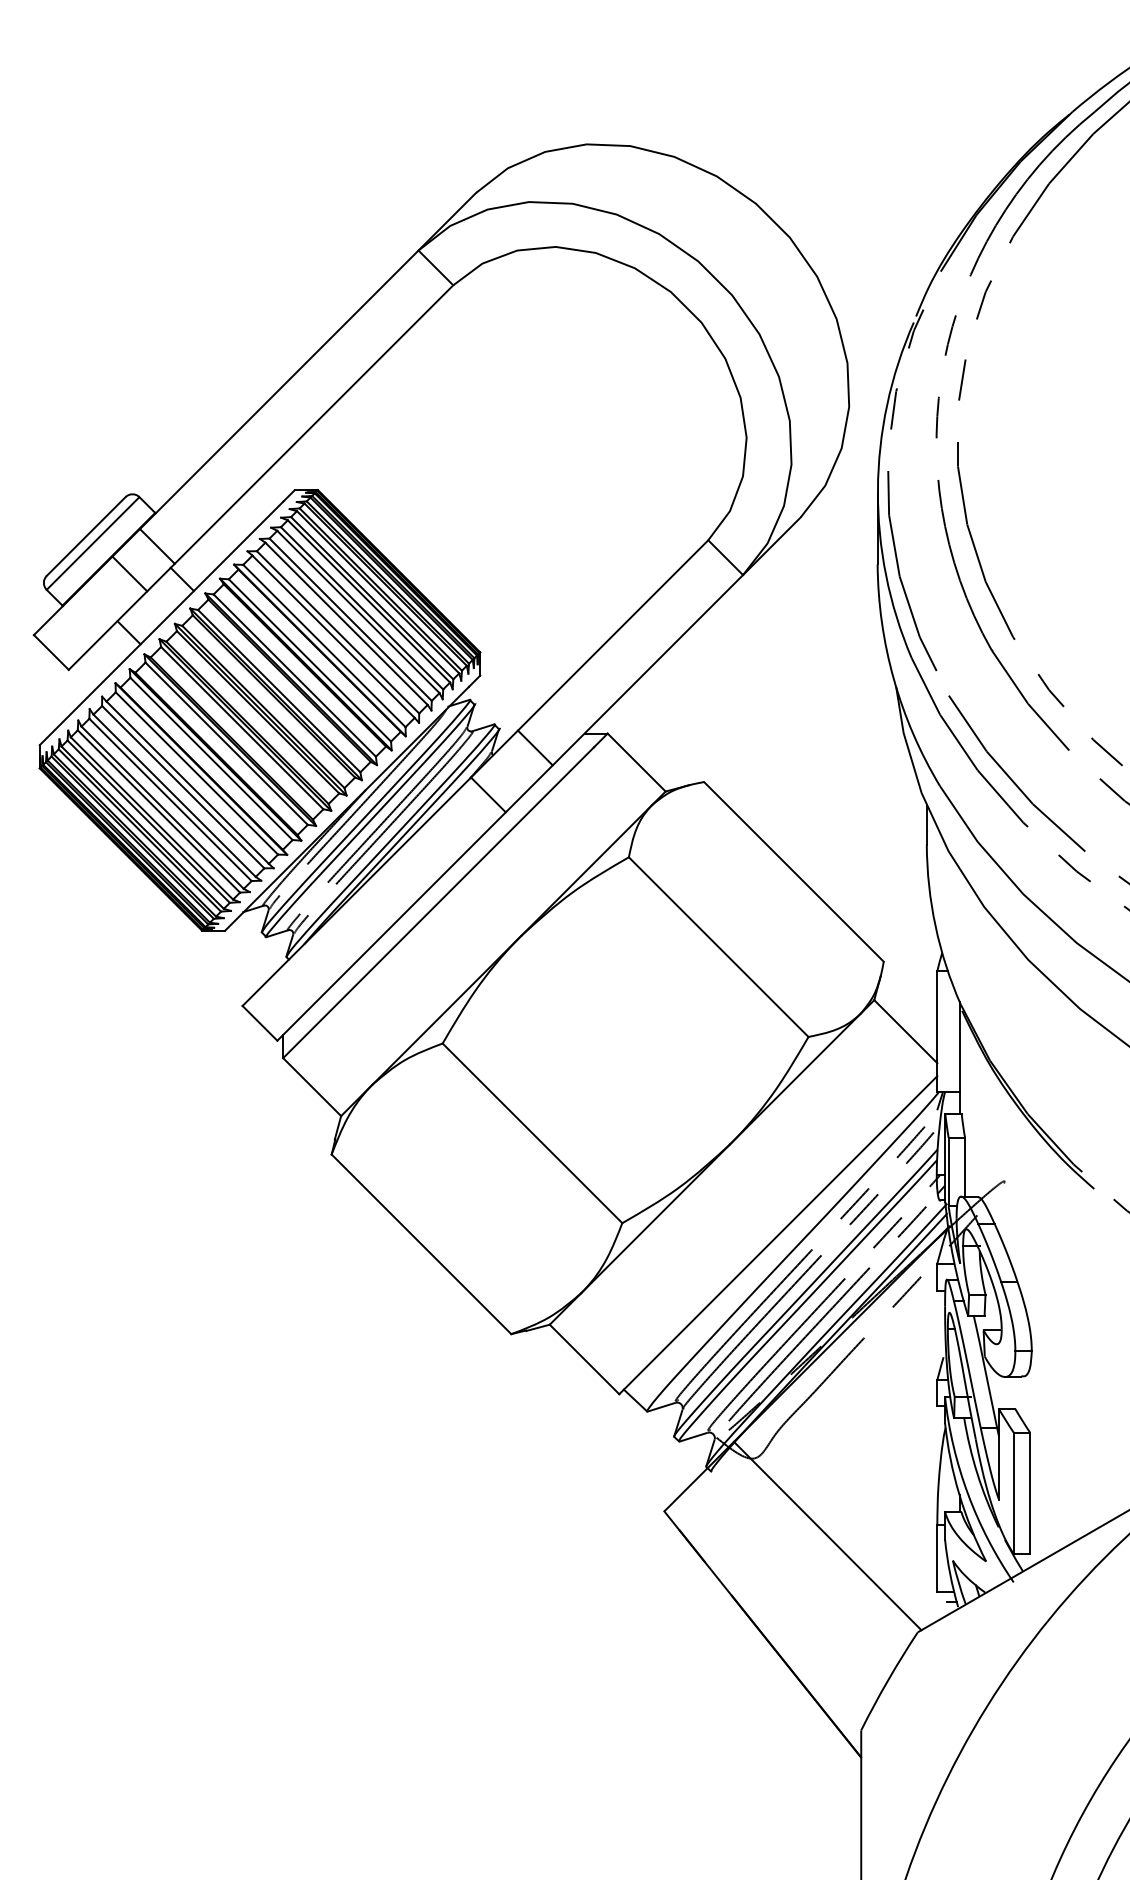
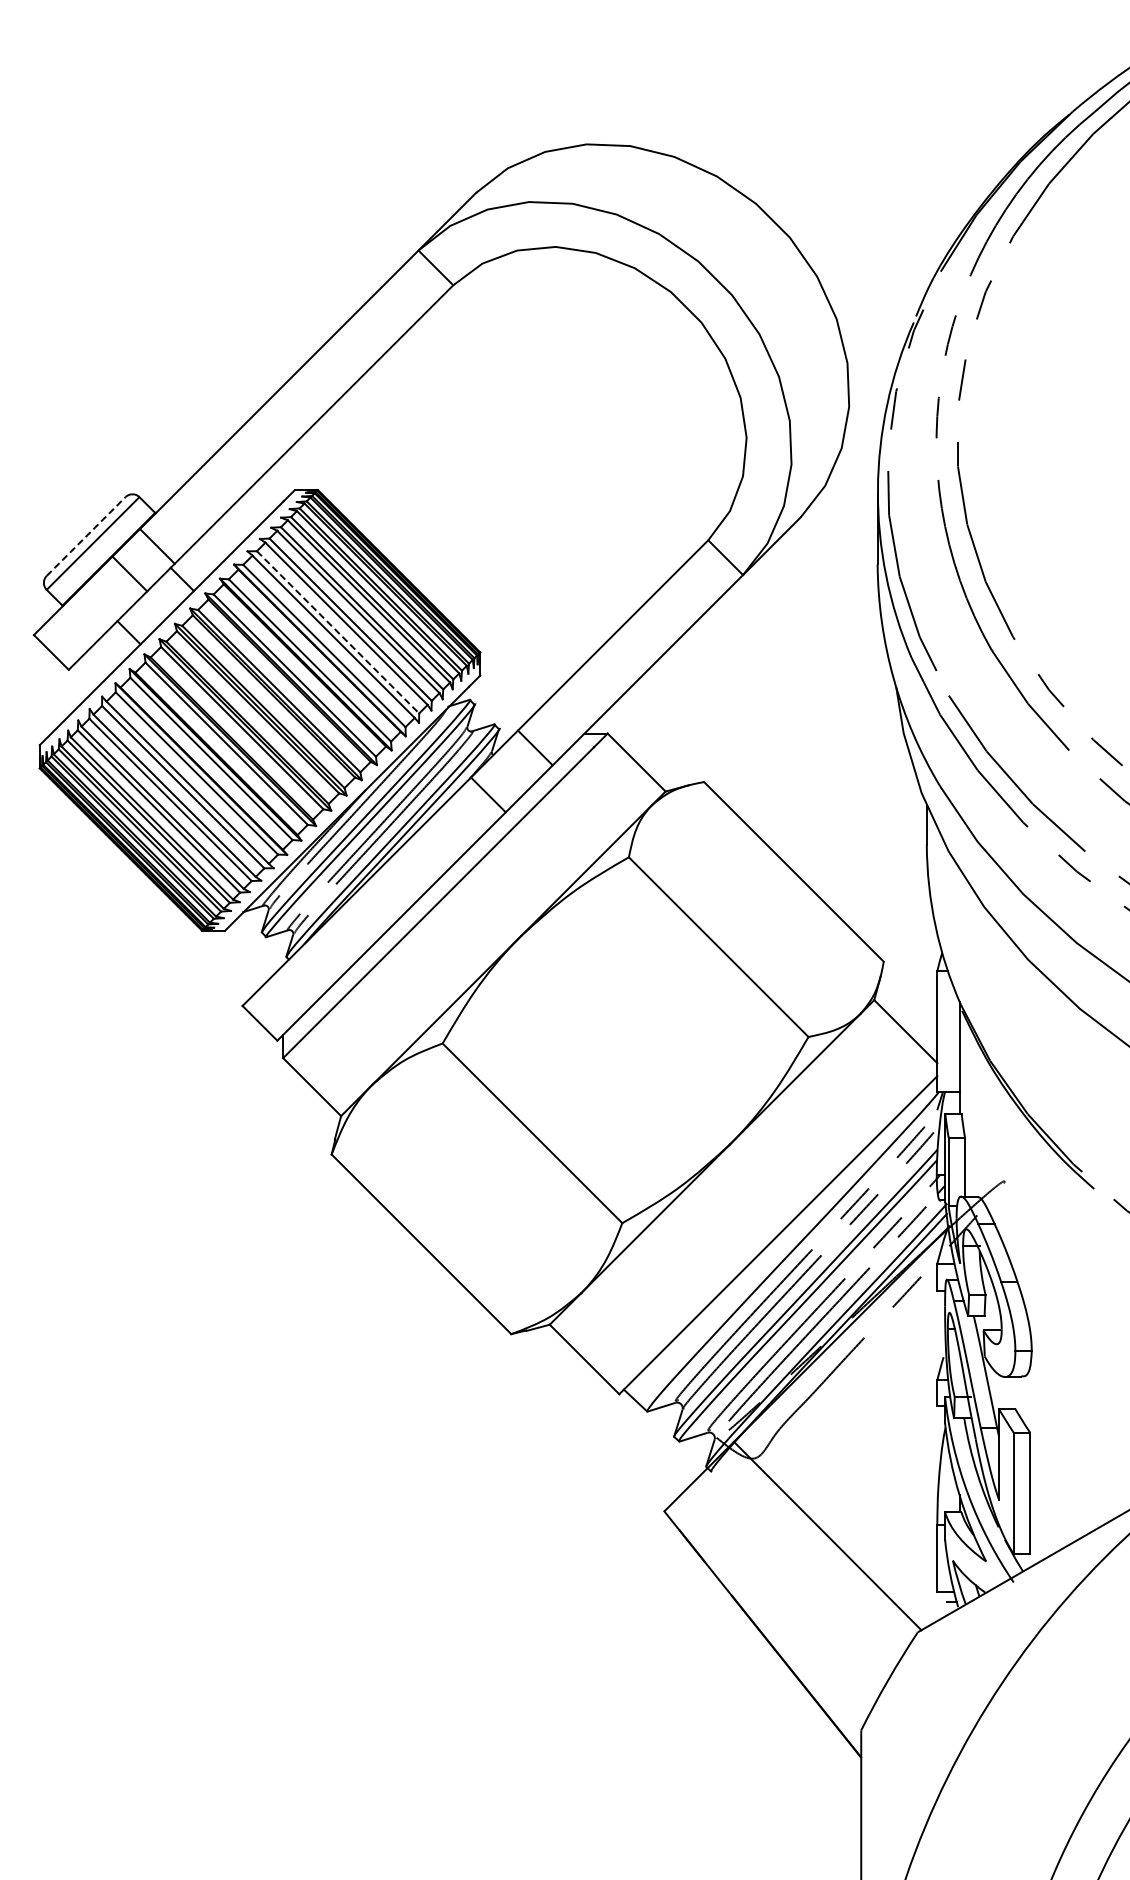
line at (86, 536): solid -> dashed
line at (338, 632): solid -> dashed
